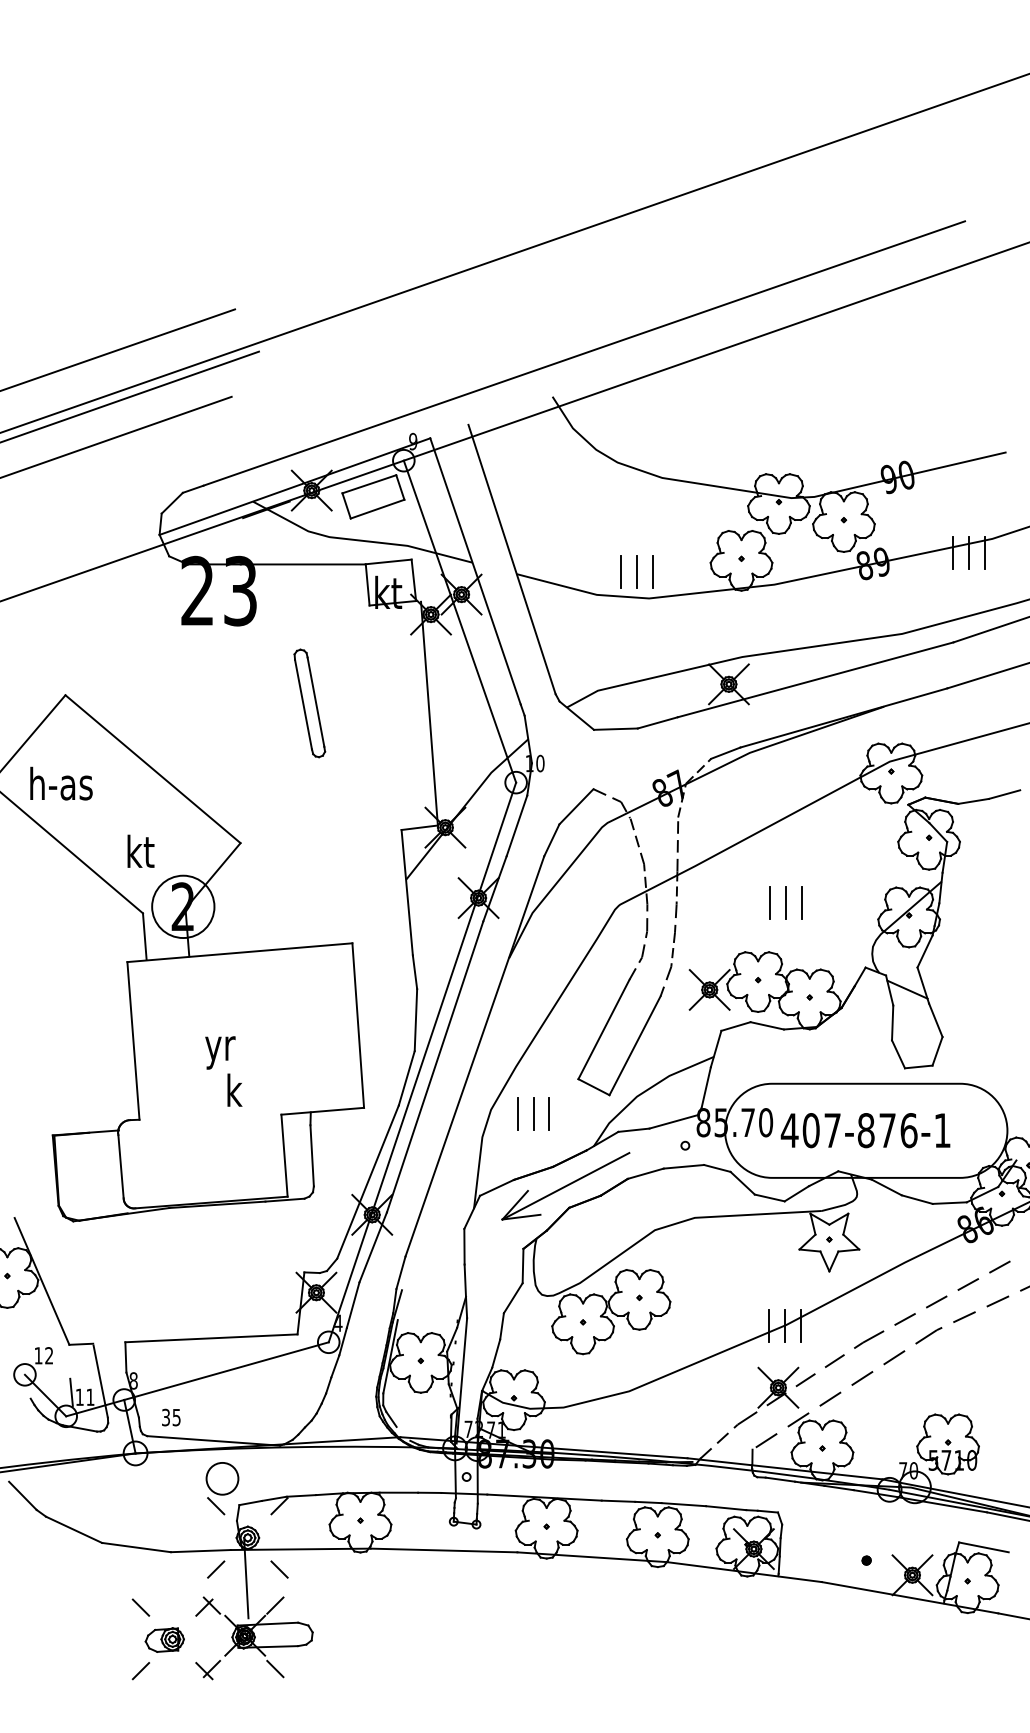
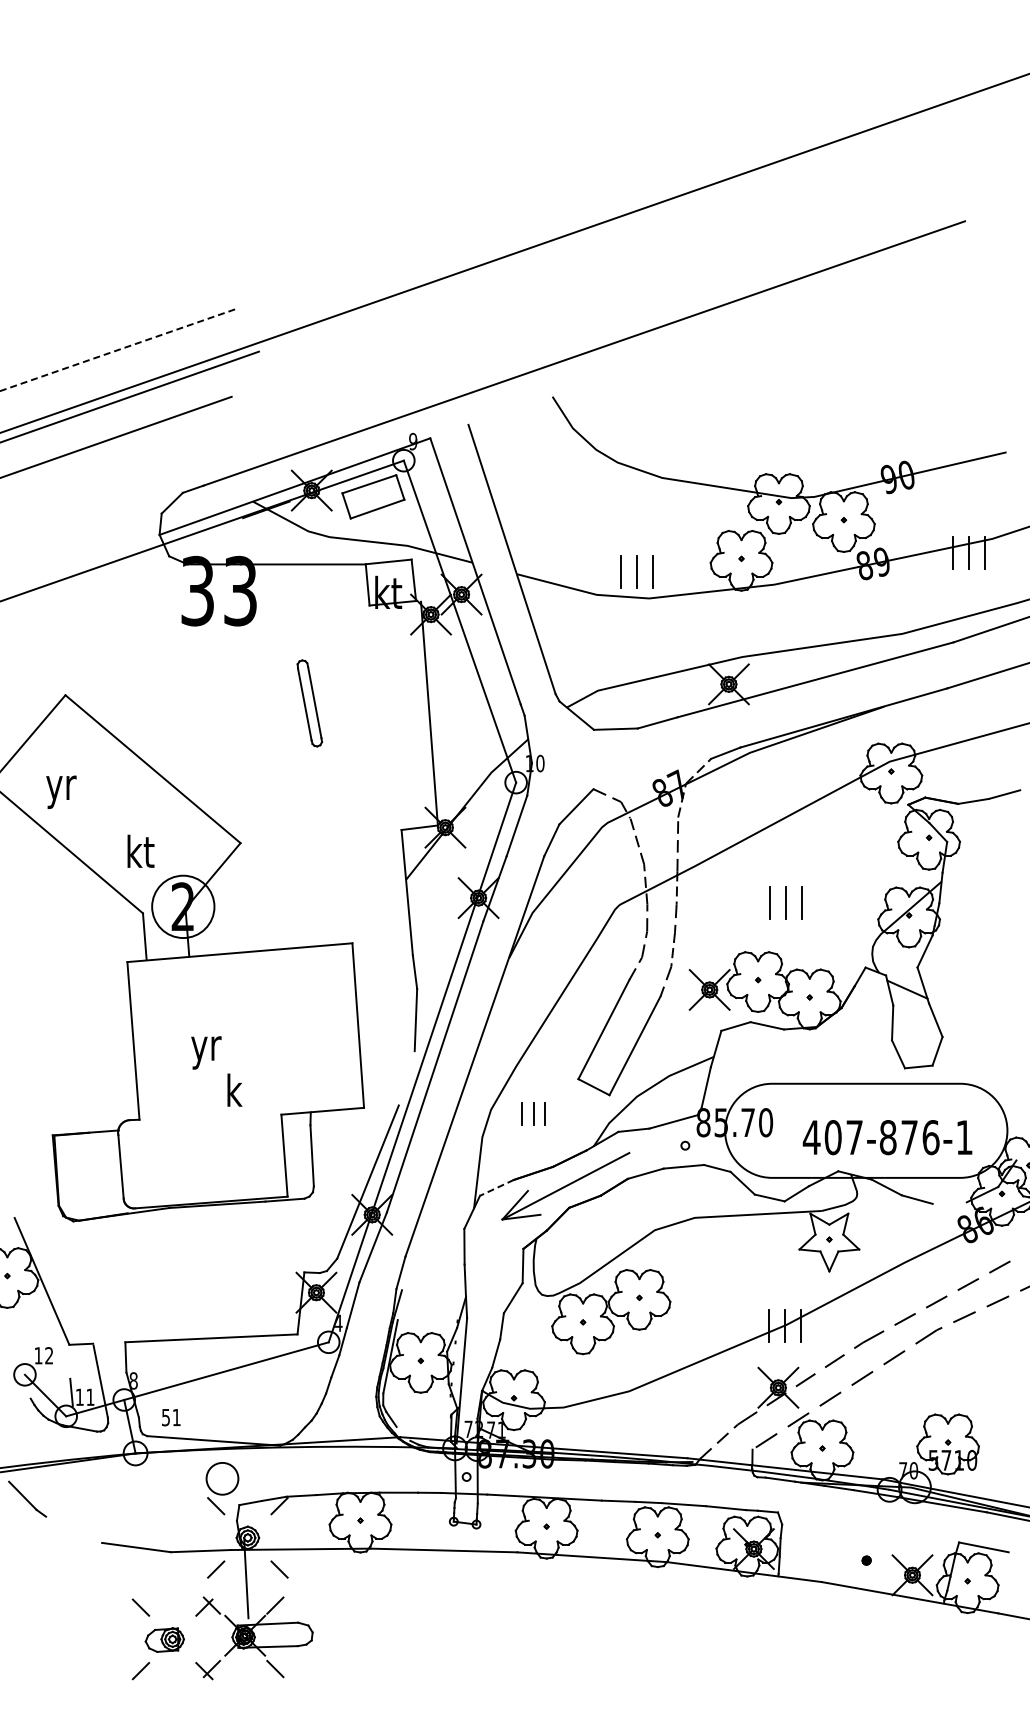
line at (117, 350): solid -> dashed
line at (714, 351): present -> none
text at (197, 591): 23 -> 33
part at (309, 703) size: 34x111 px -> 28x89 px
text at (61, 787): h-as -> yr
text at (220, 1052) position: (220, 1052) -> (206, 1052)
line at (406, 1078): present -> none
part at (533, 1113) size: 33x34 px -> 25x24 px
text at (865, 1130) position: (865, 1130) -> (887, 1137)
line at (496, 1187): solid -> dashed
line at (949, 1202): present -> none
text at (171, 1417): 35 -> 51
line at (74, 1529): present -> none
